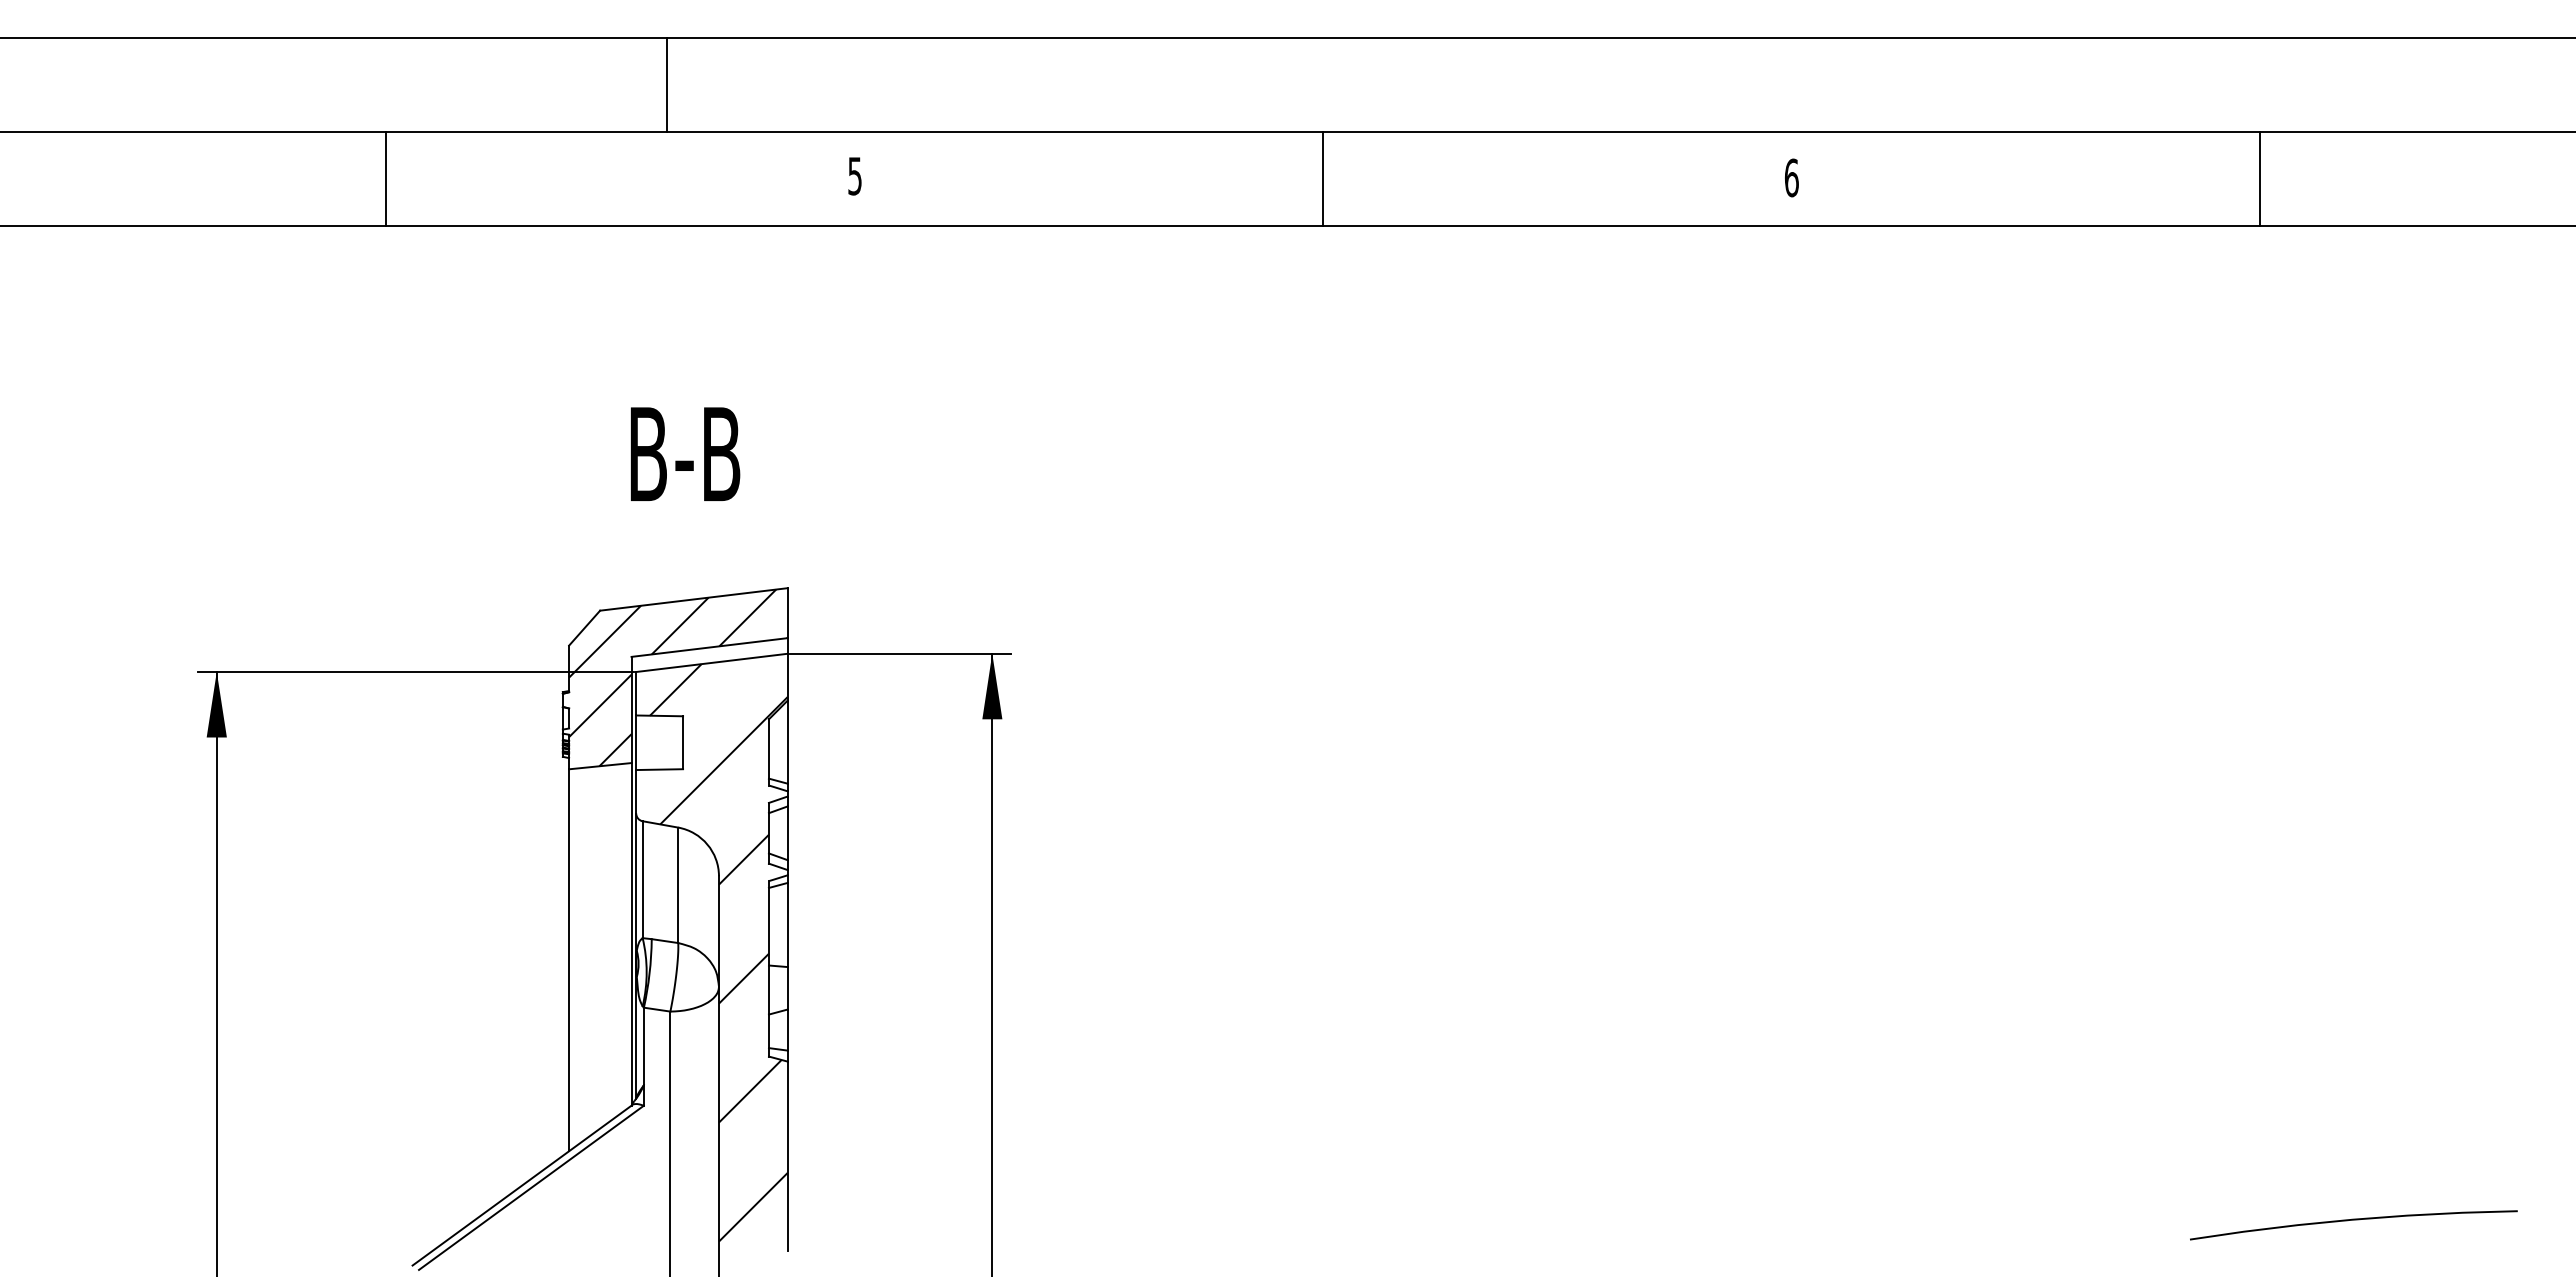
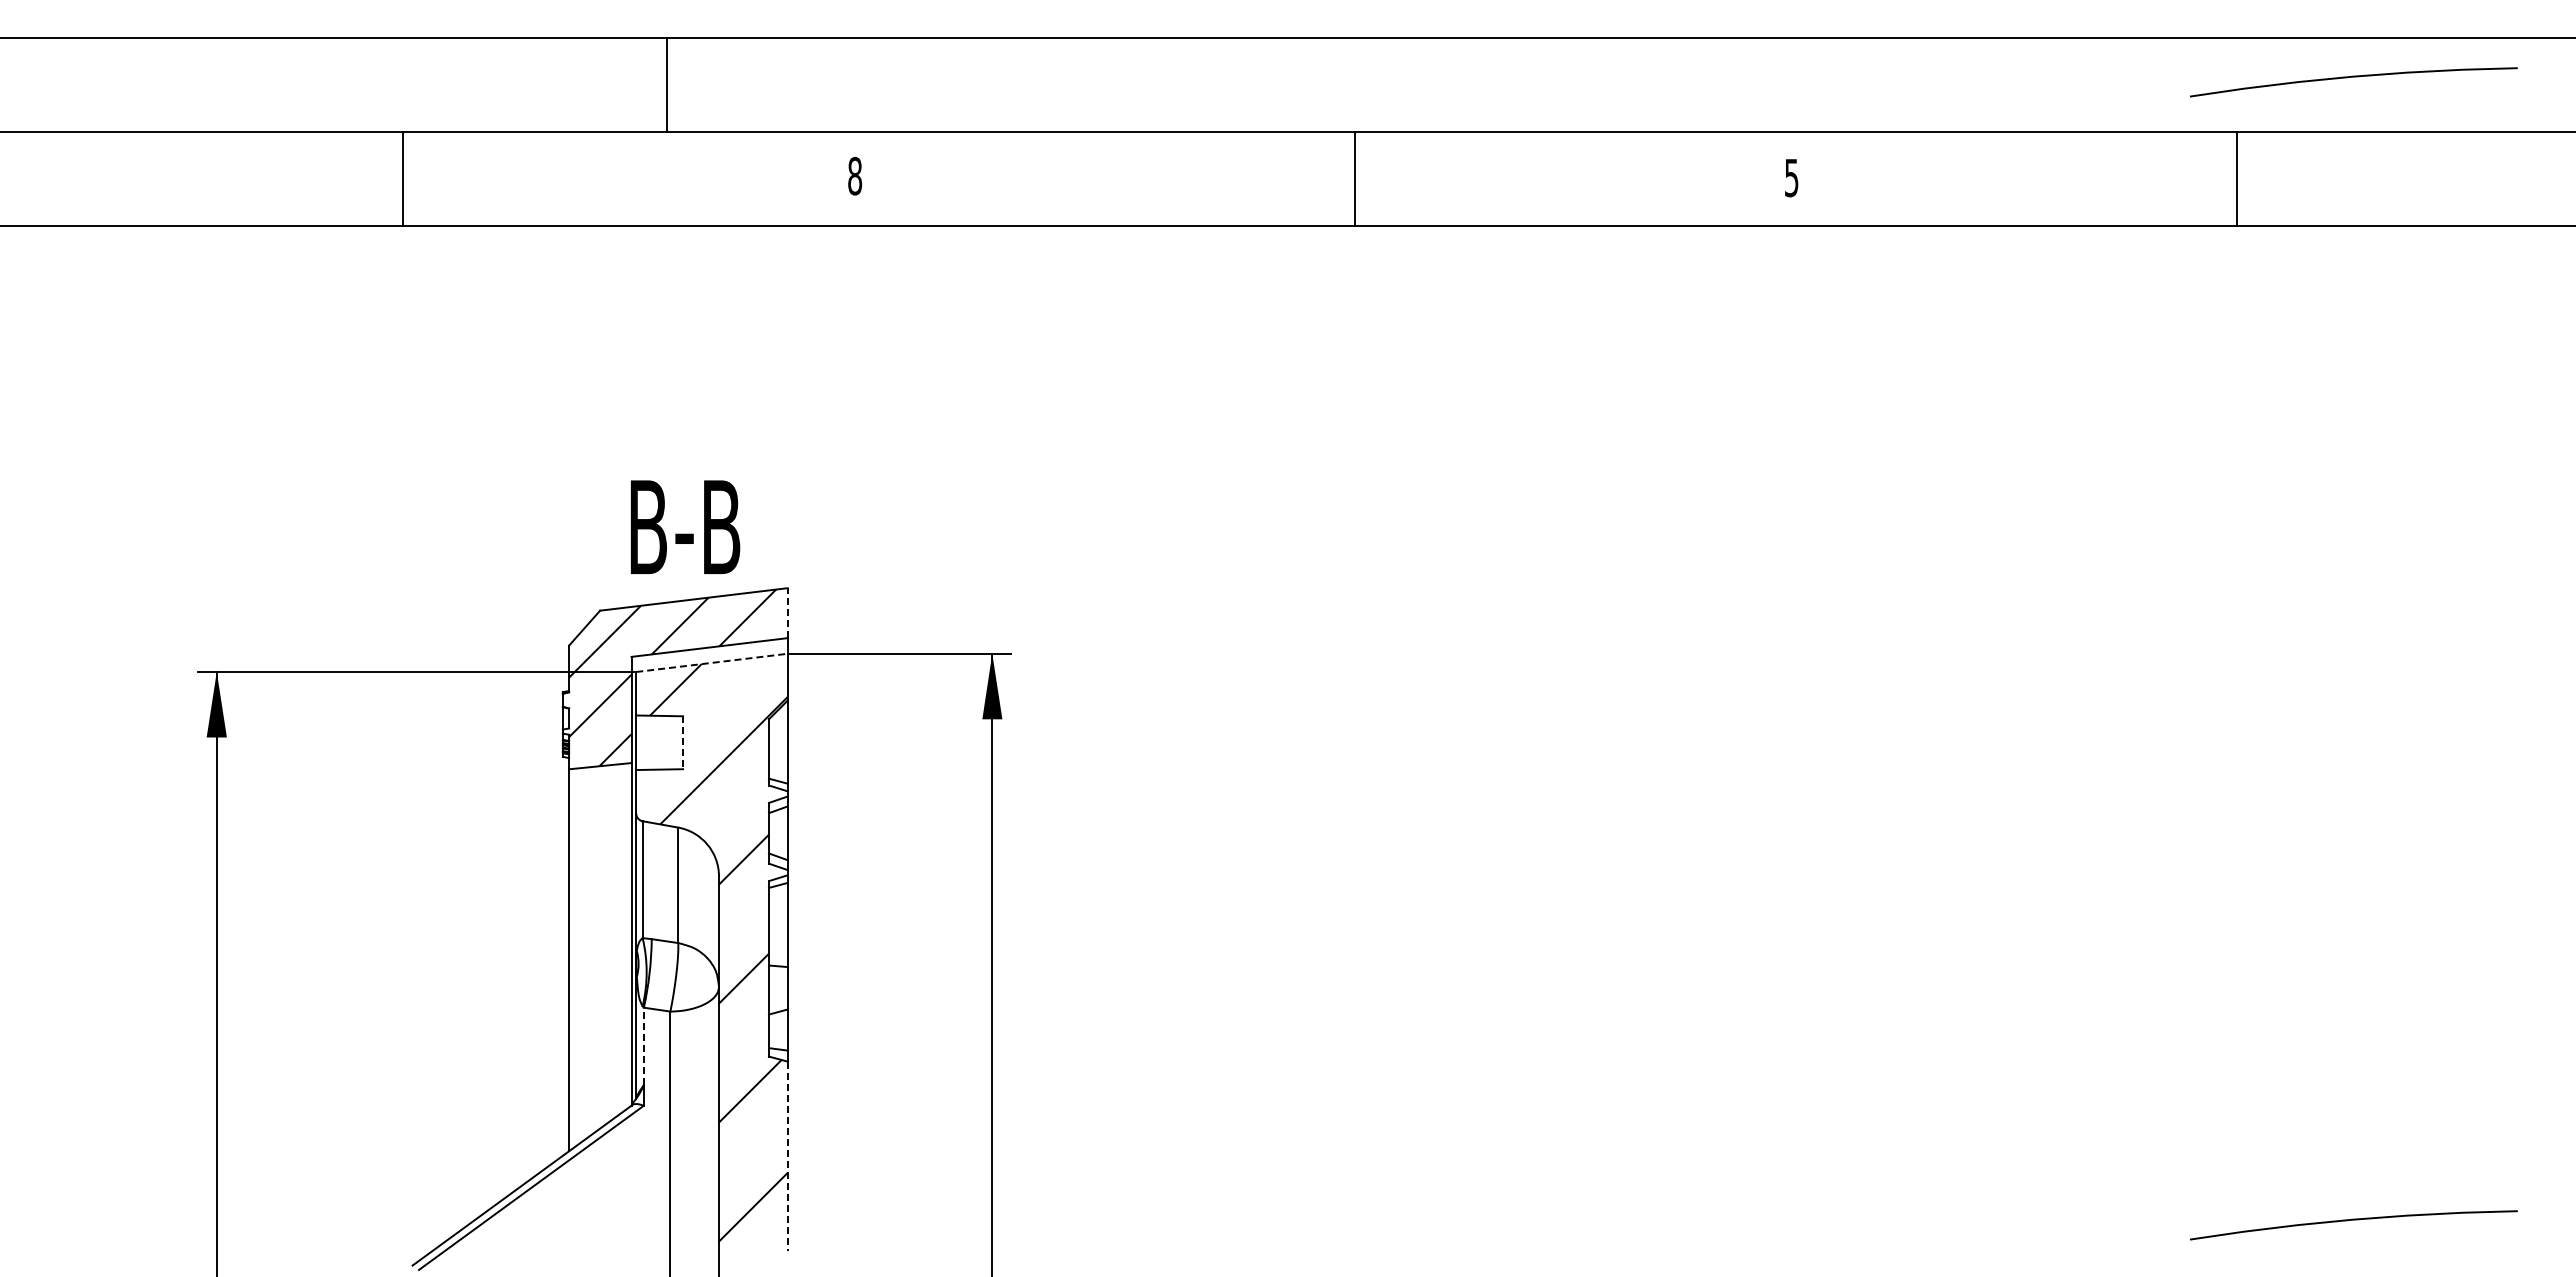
curve at (2353, 77): none -> present
text at (855, 175): 5 -> 8
text at (1791, 177): 6 -> 5
line at (385, 178) position: (385, 178) -> (402, 178)
line at (1322, 178) position: (1322, 178) -> (1354, 178)
line at (2259, 178) position: (2259, 178) -> (2236, 178)
text at (685, 453) position: (685, 453) -> (685, 526)
line at (787, 613): solid -> dashed
line at (712, 662): solid -> dashed
line at (683, 743): solid -> dashed
line at (643, 1046): solid -> dashed
line at (787, 1156): solid -> dashed
